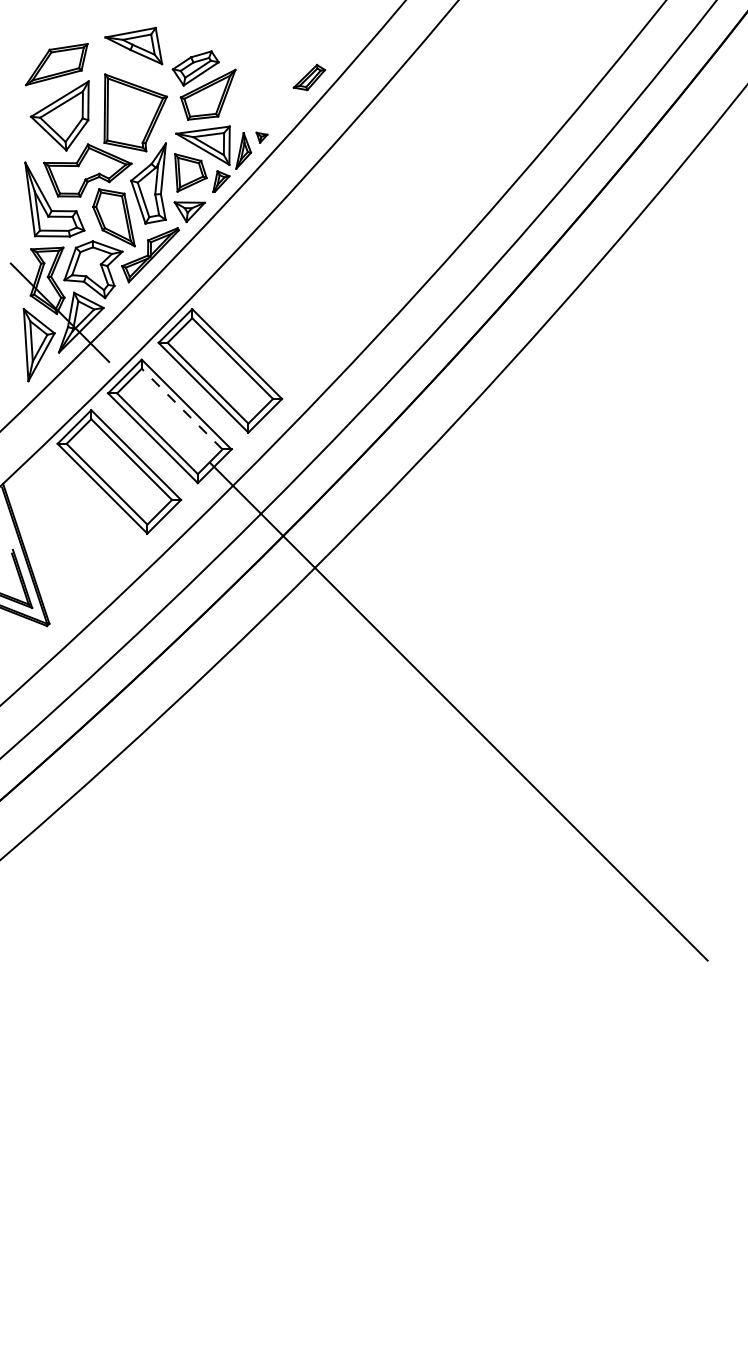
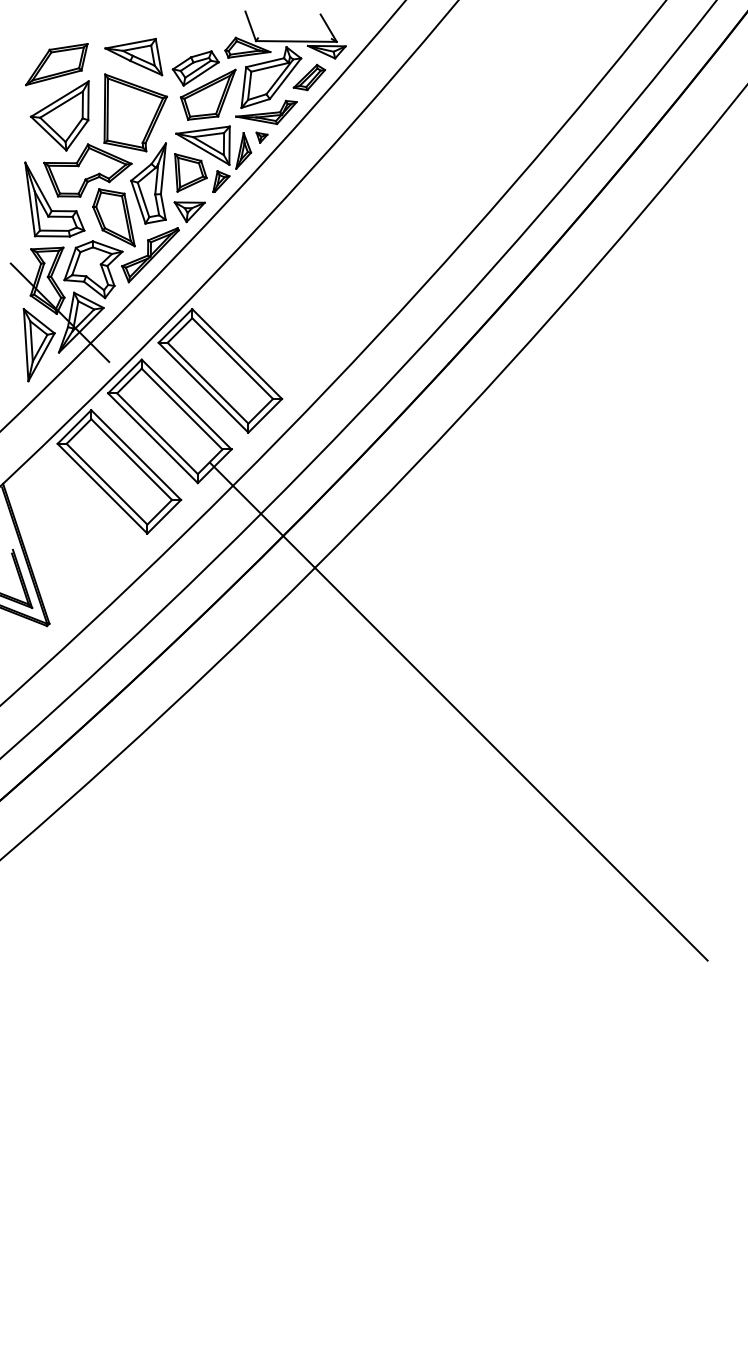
part at (133, 45) position: (133, 45) -> (133, 56)
part at (285, 67): none -> present
line at (181, 408): dashed -> solid
